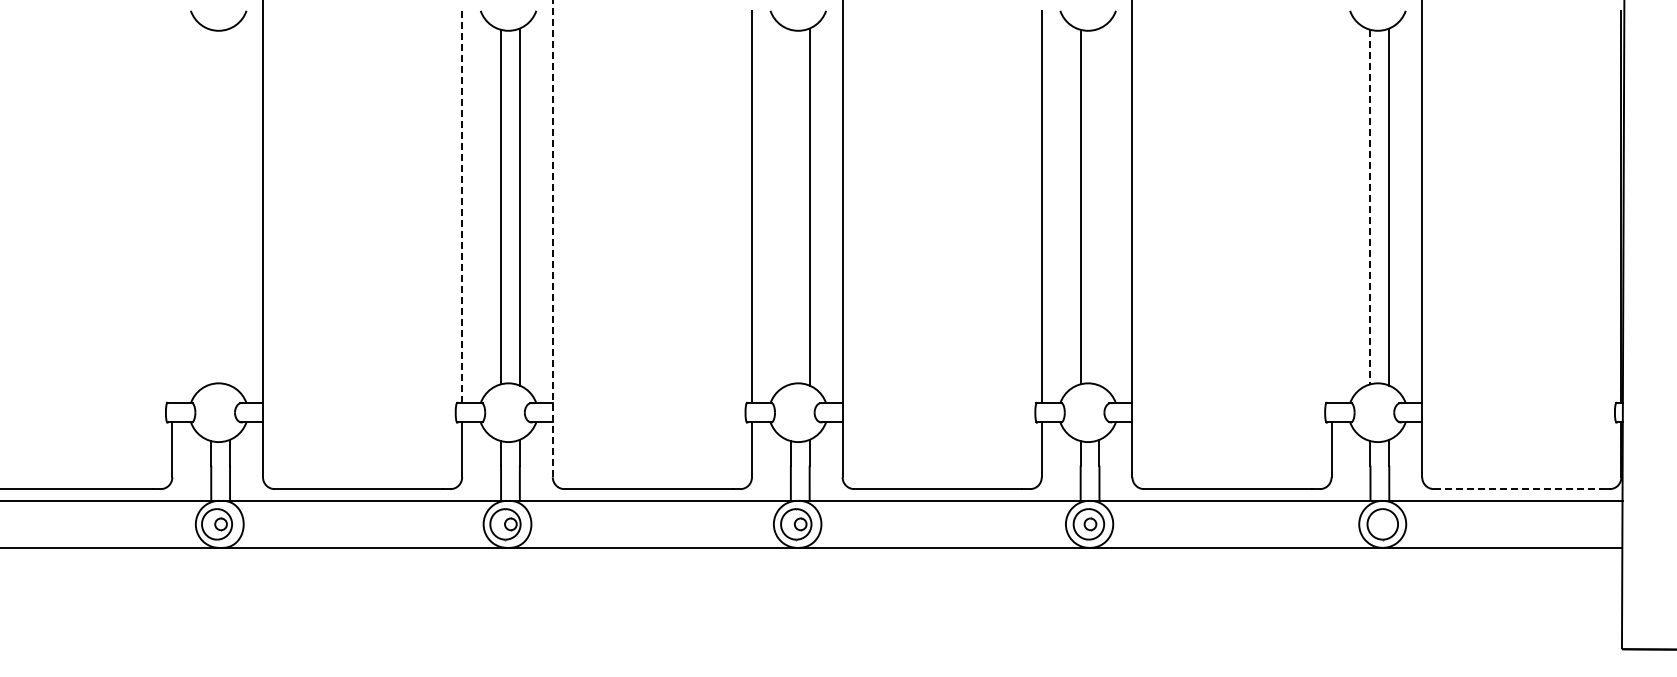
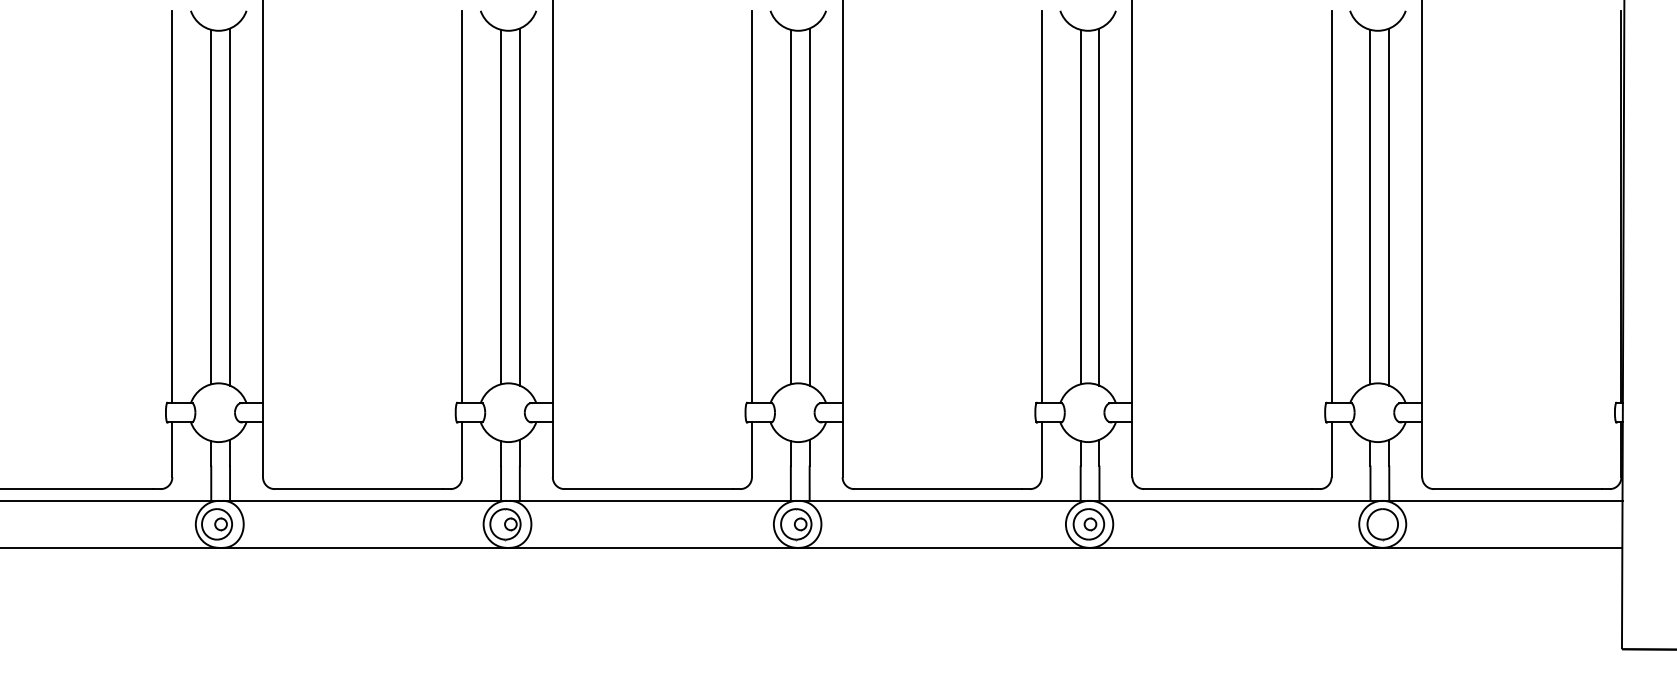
line at (172, 206): none -> present
line at (211, 206): none -> present
line at (230, 206): none -> present
line at (462, 206): dashed -> solid
line at (790, 206): none -> present
line at (1099, 206): none -> present
line at (1331, 206): none -> present
line at (1370, 207): dashed -> solid
line at (552, 238): dashed -> solid
line at (1518, 489): dashed -> solid
